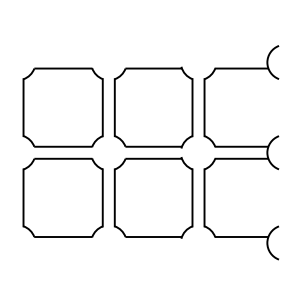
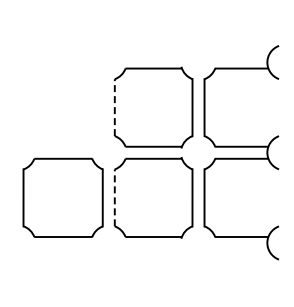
part at (62, 107): present -> none
line at (114, 107): solid -> dashed
line at (114, 197): solid -> dashed
